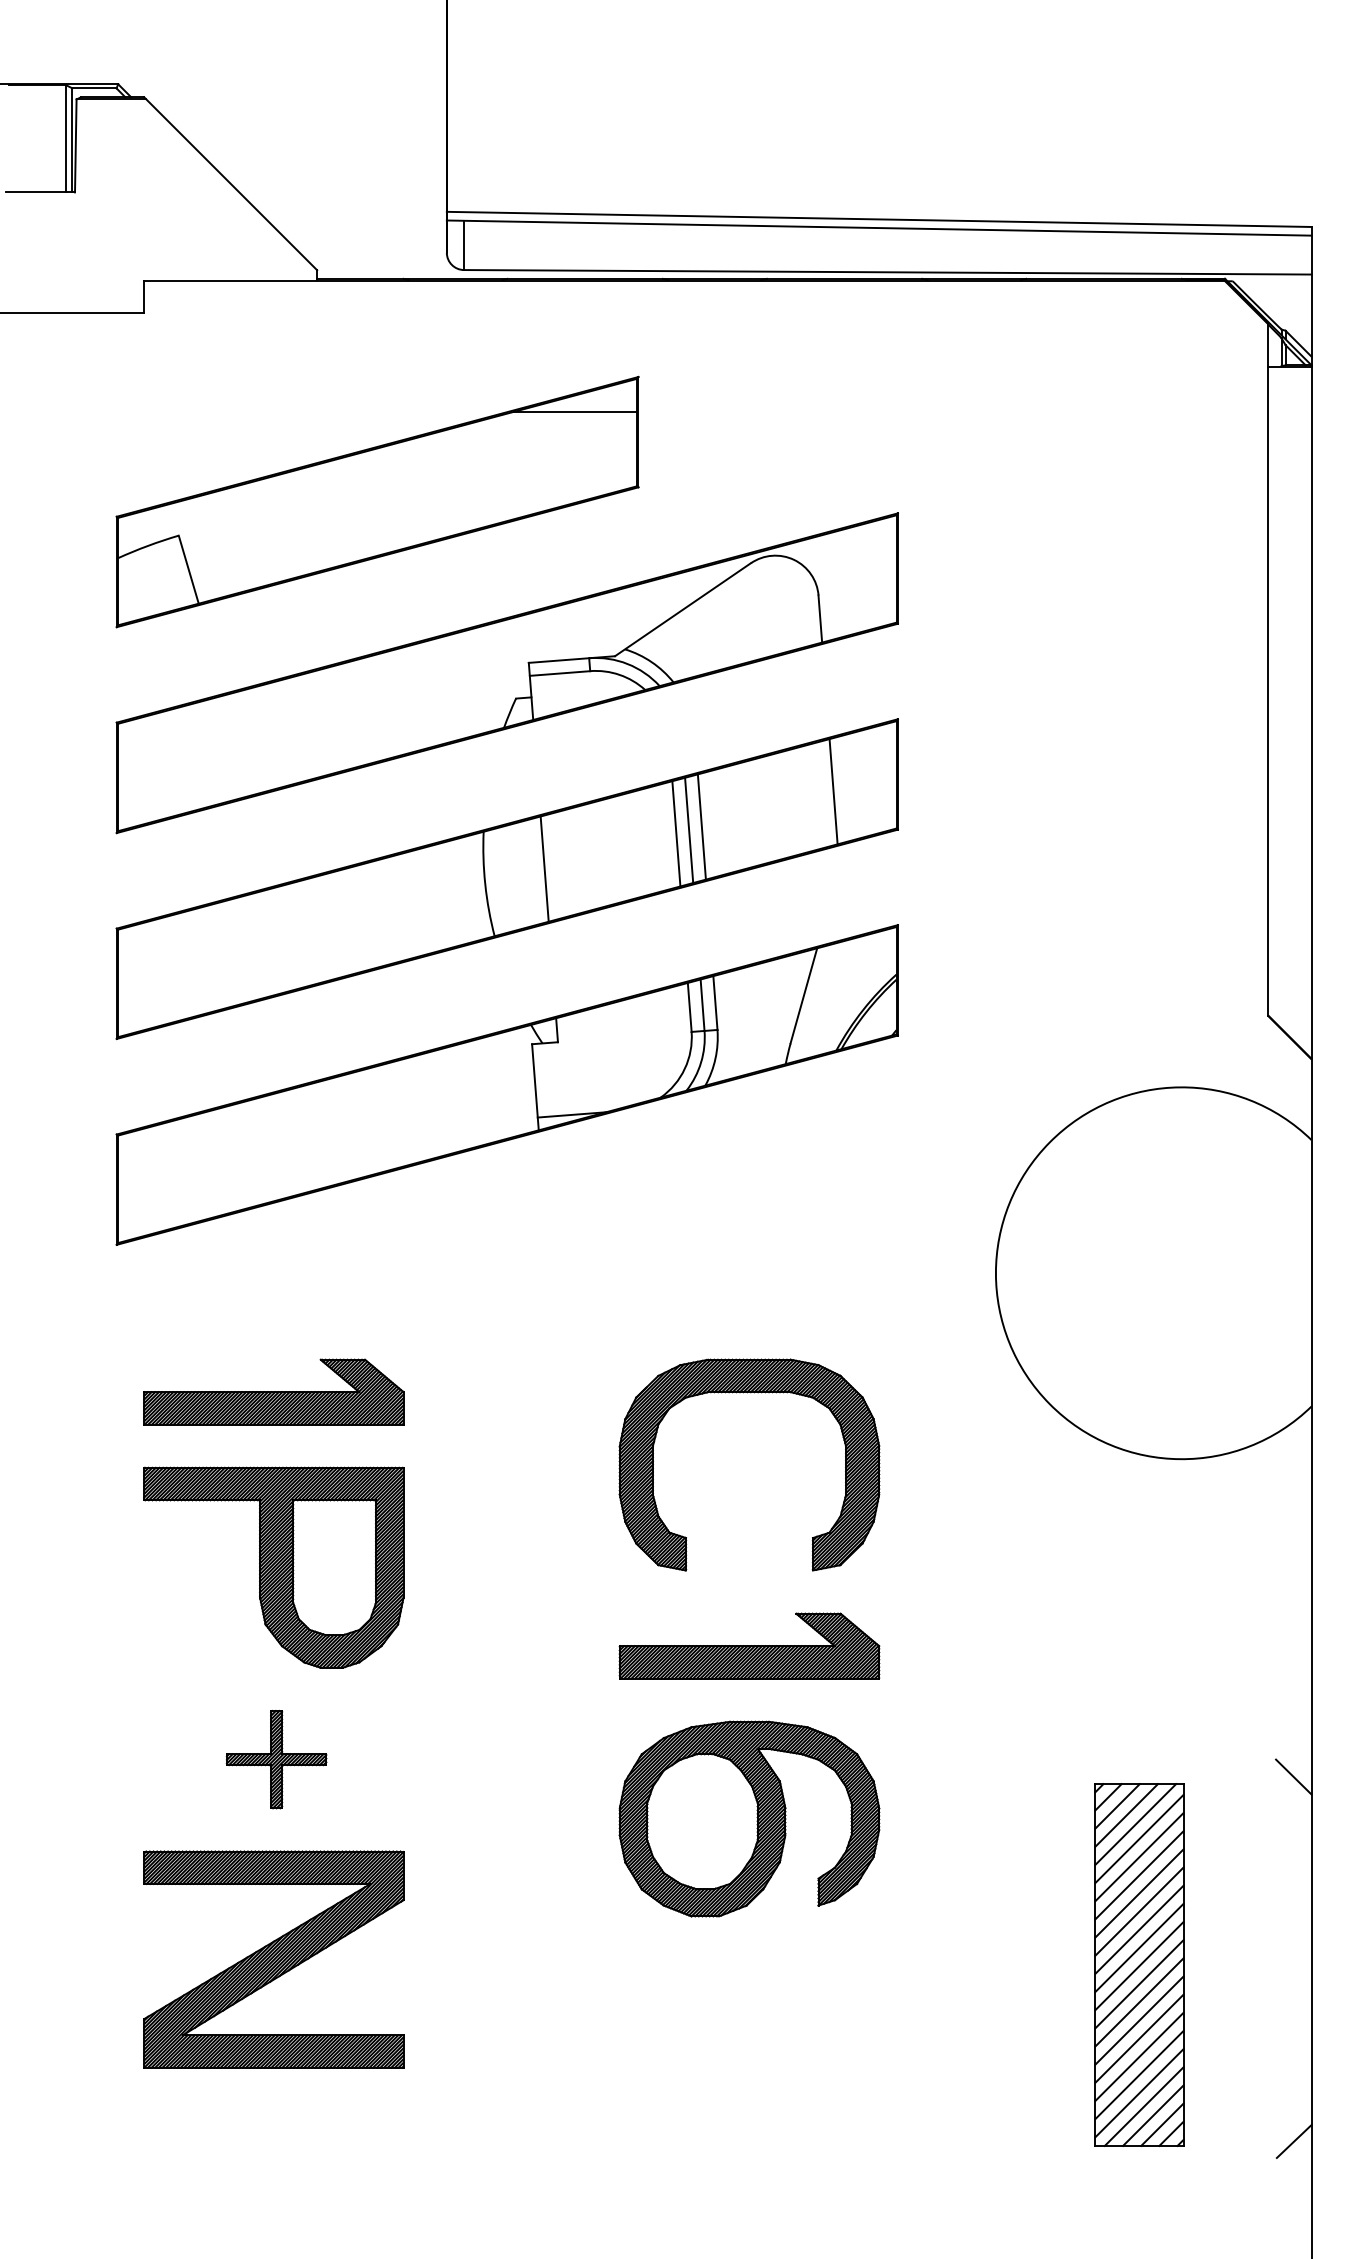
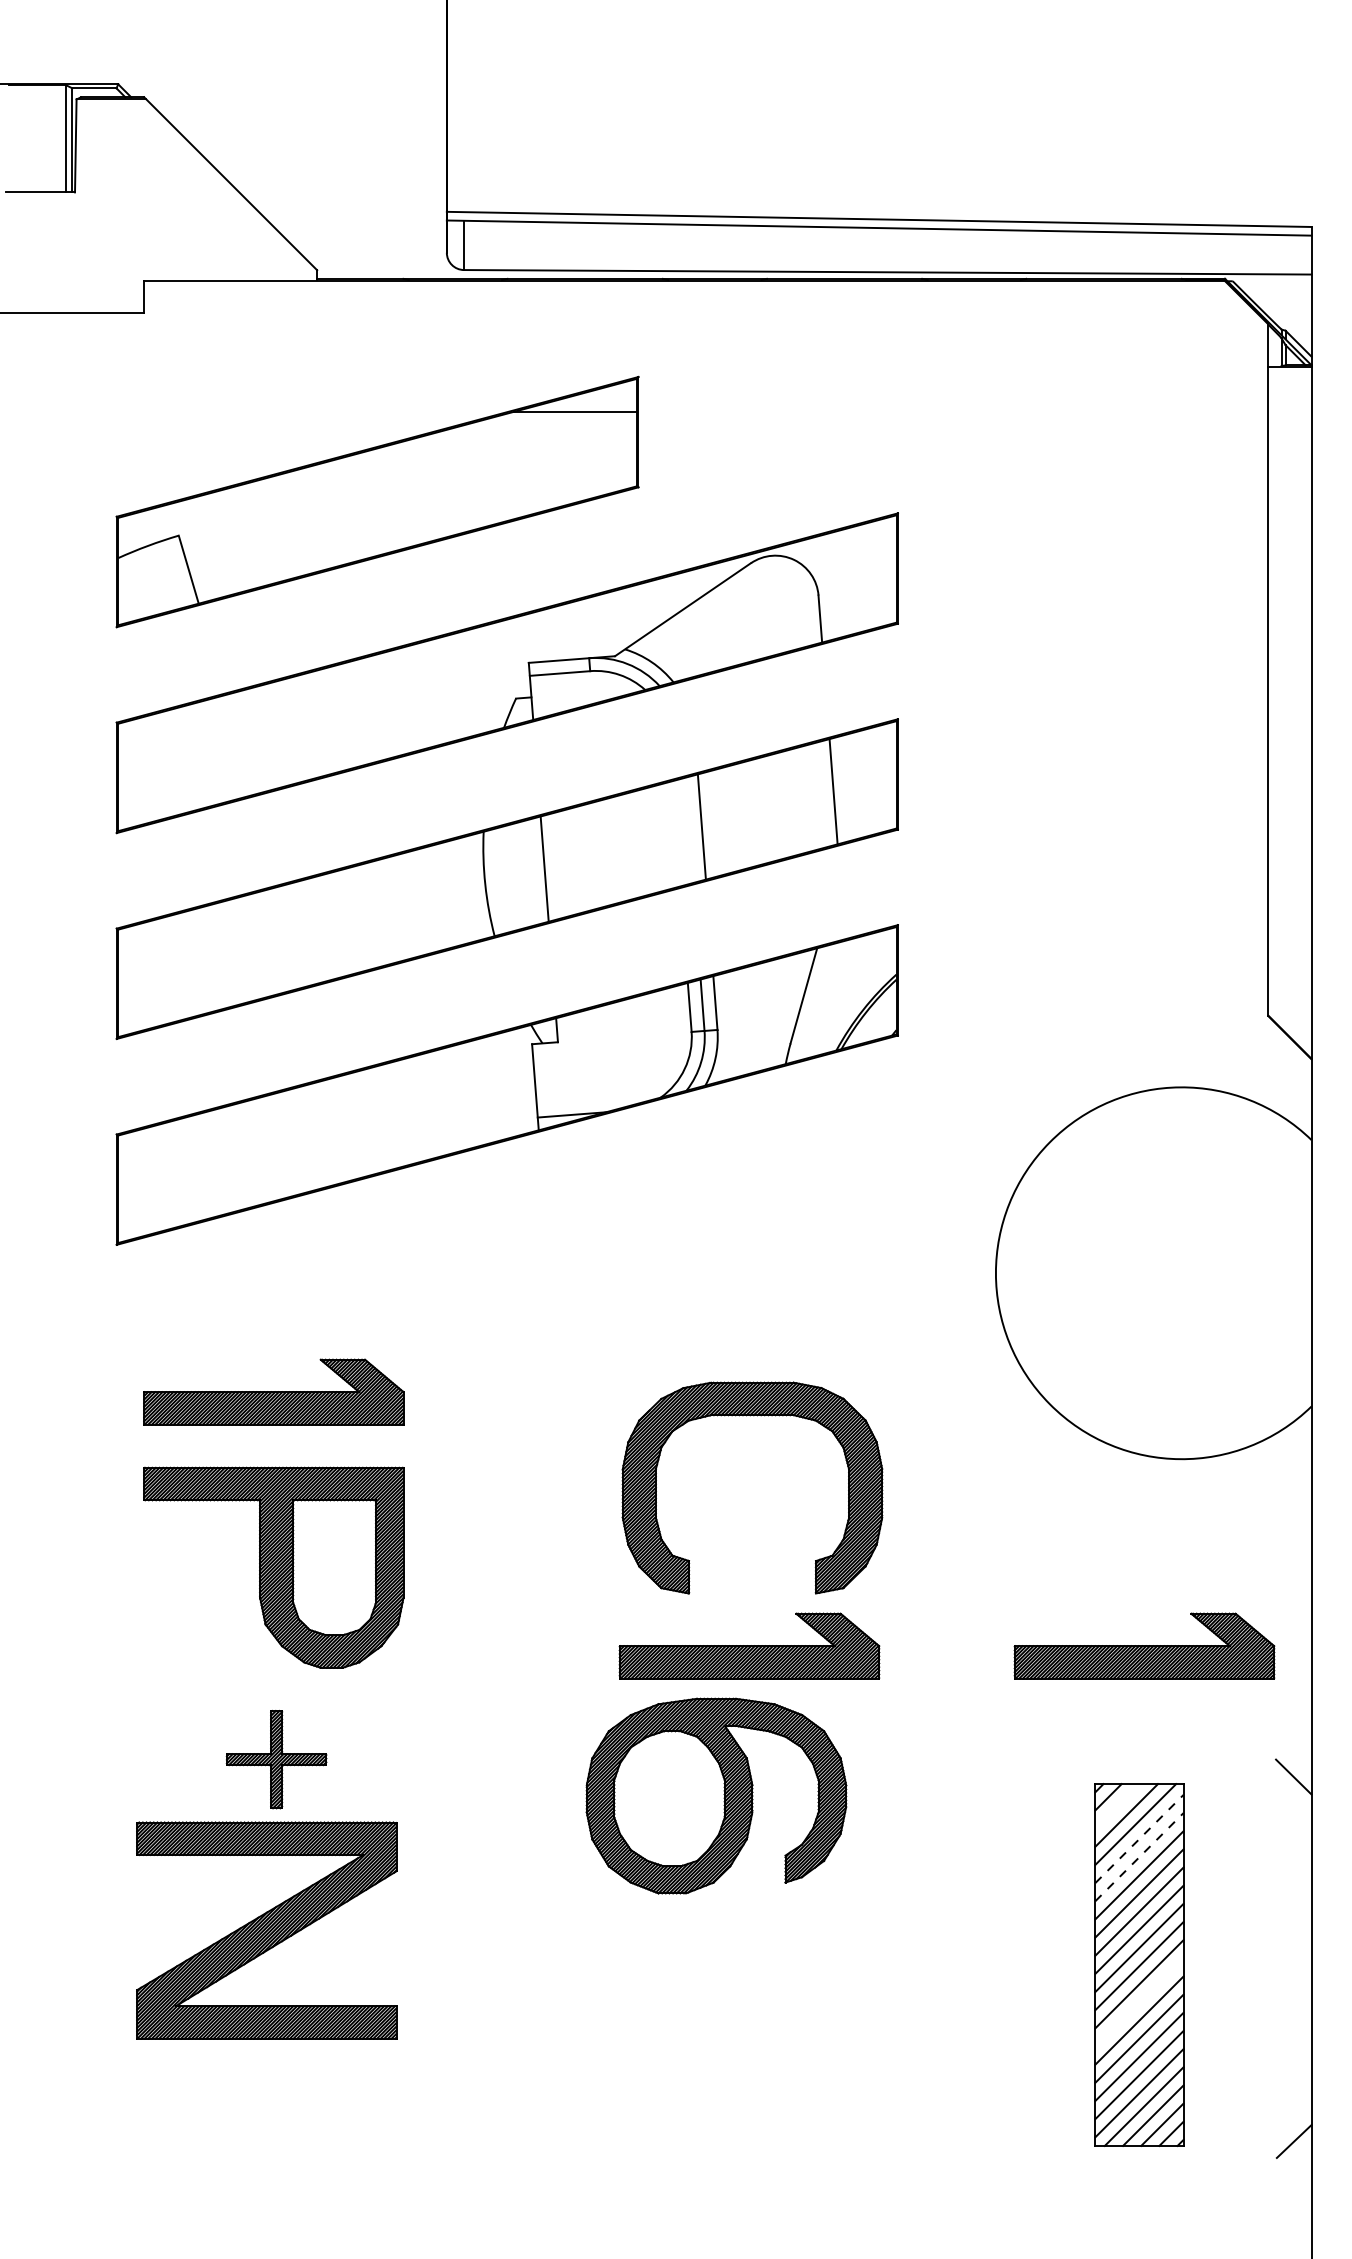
line at (689, 830): present -> none
line at (676, 833): present -> none
part at (750, 1393) position: (750, 1393) -> (753, 1416)
part at (1144, 1645): none -> present
line at (1117, 1806): present -> none
part at (749, 1818) position: (749, 1818) -> (716, 1795)
line at (1139, 1838): solid -> dashed
line at (1139, 1856): solid -> dashed
part at (273, 1959) position: (273, 1959) -> (266, 1930)
line at (1139, 2002): present -> none
